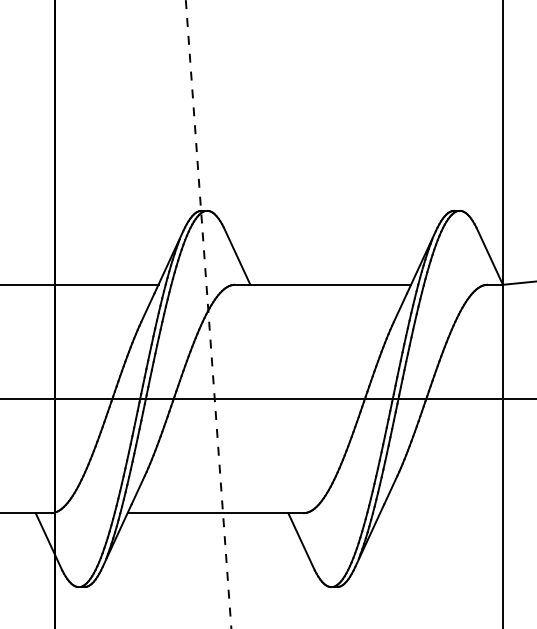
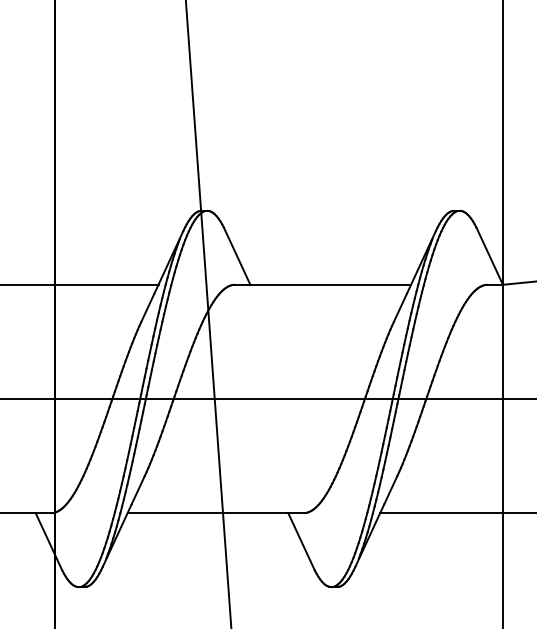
line at (208, 314): dashed -> solid
line at (456, 513): none -> present
